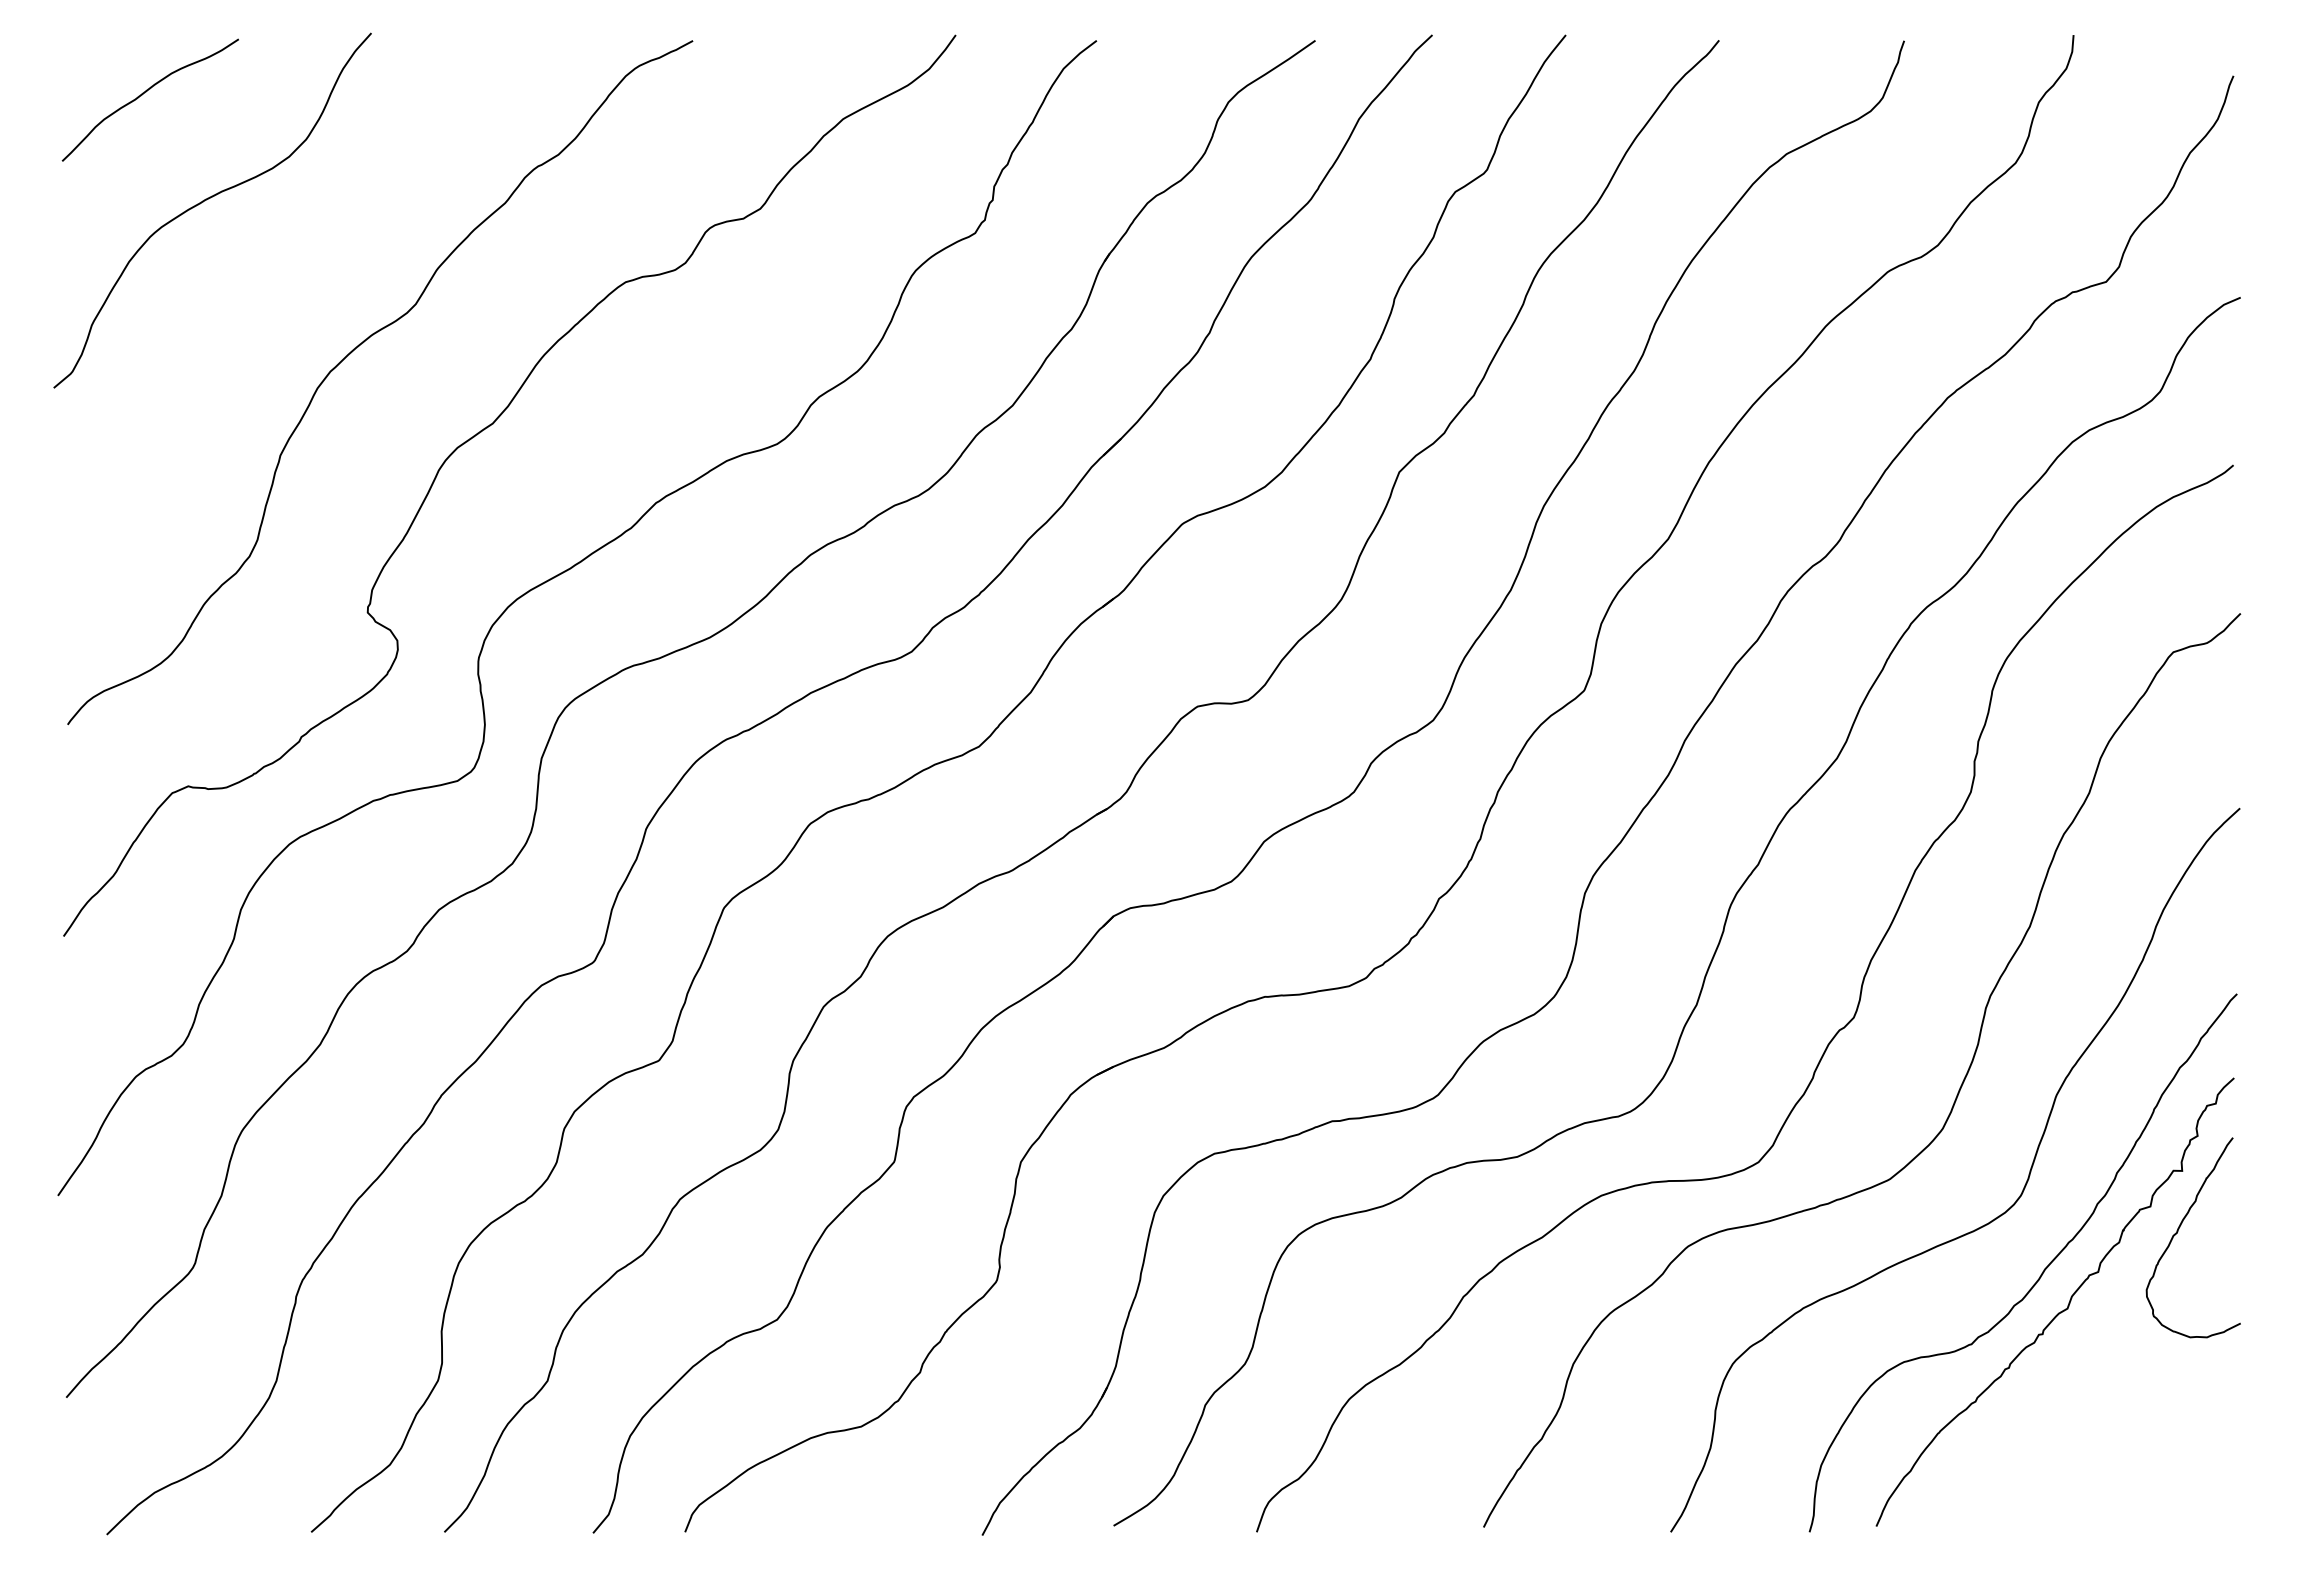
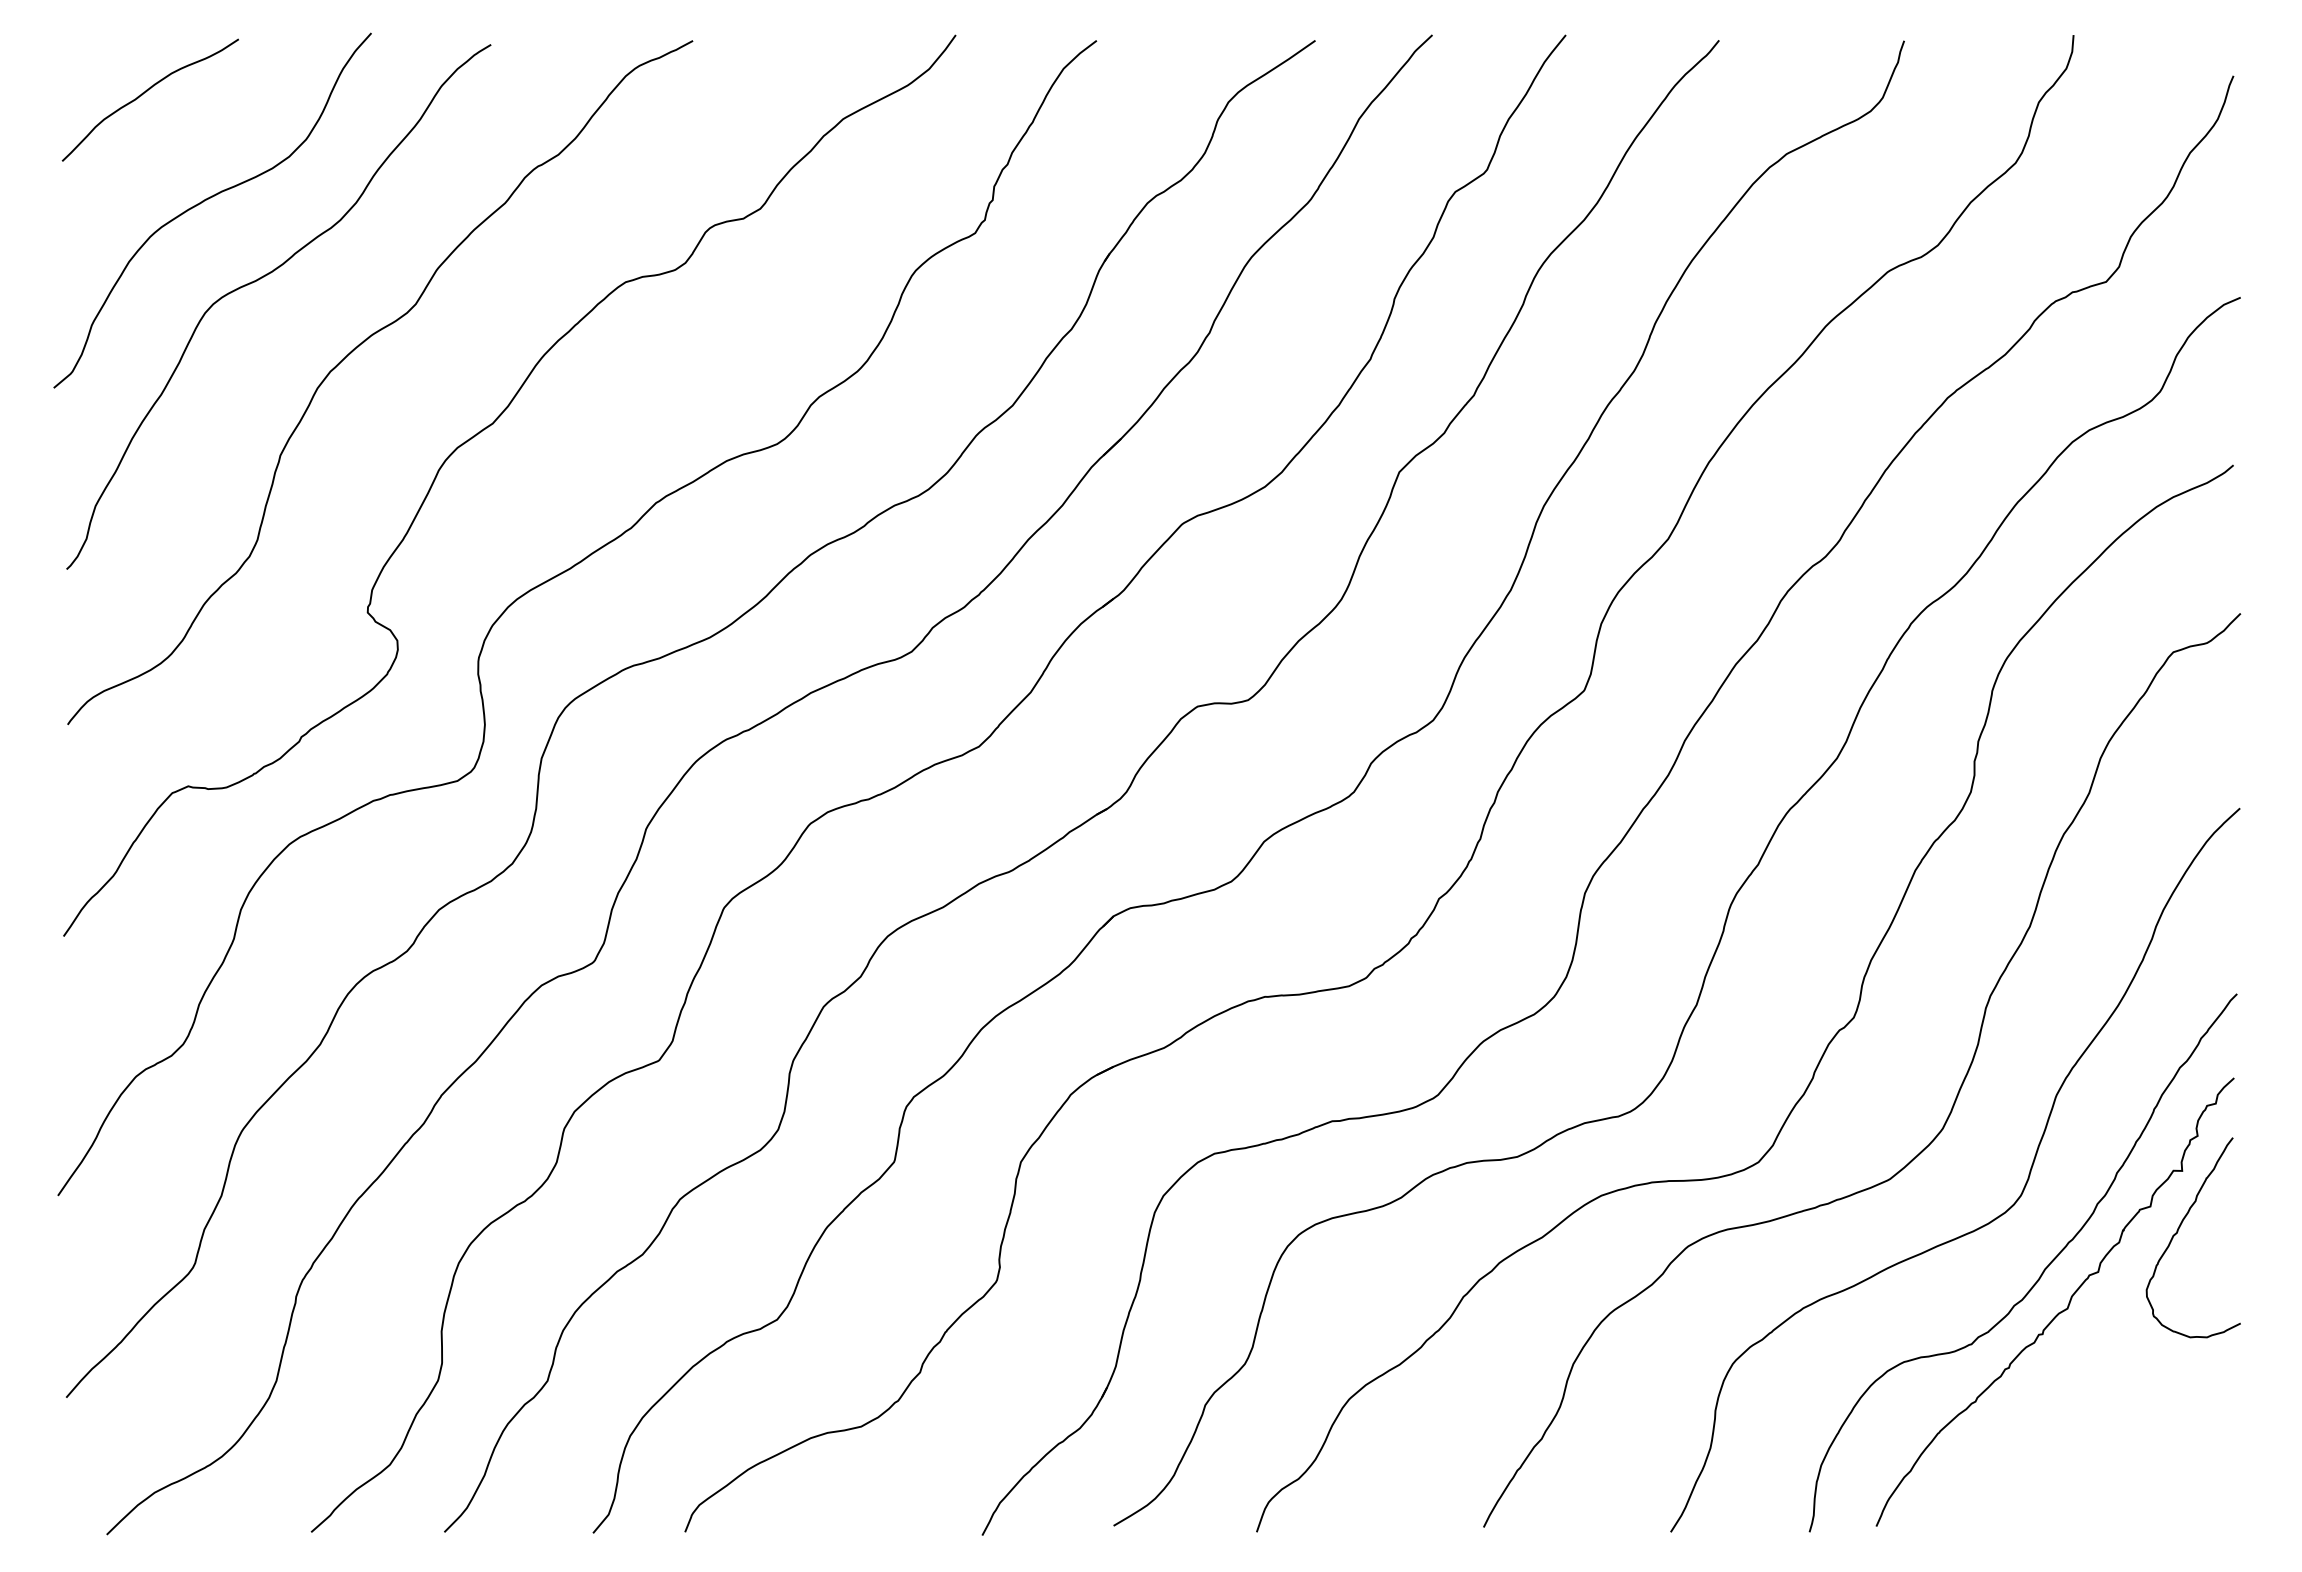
curve at (264, 277): none -> present
